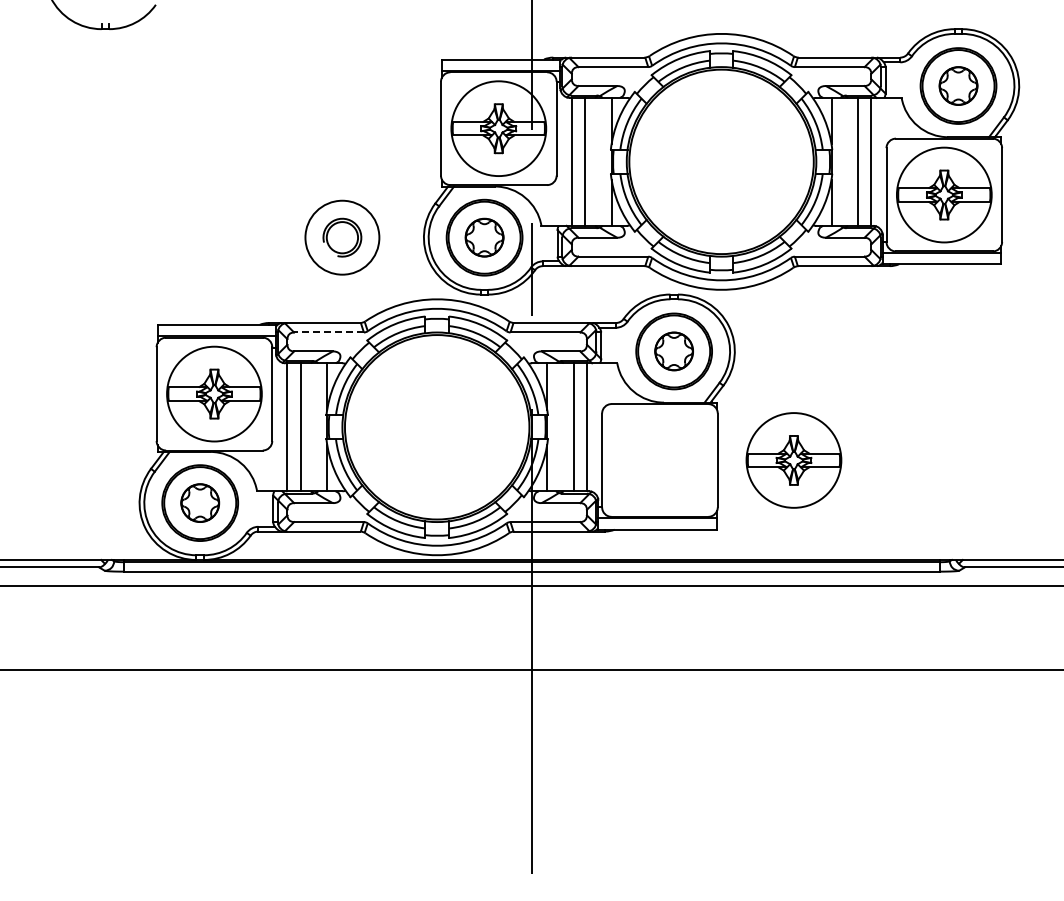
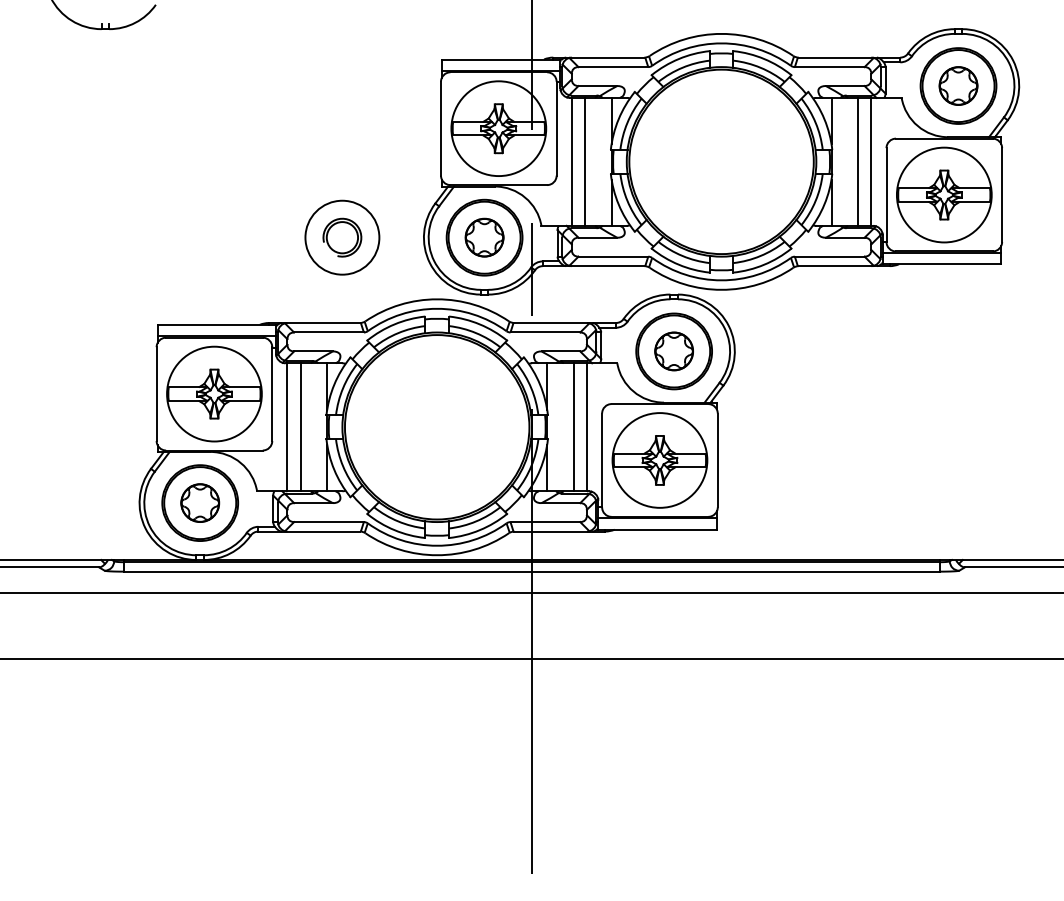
line at (329, 332): dashed -> solid
part at (793, 460) position: (793, 460) -> (659, 460)
line at (531, 585) position: (531, 585) -> (531, 592)
line at (531, 670) position: (531, 670) -> (531, 659)
